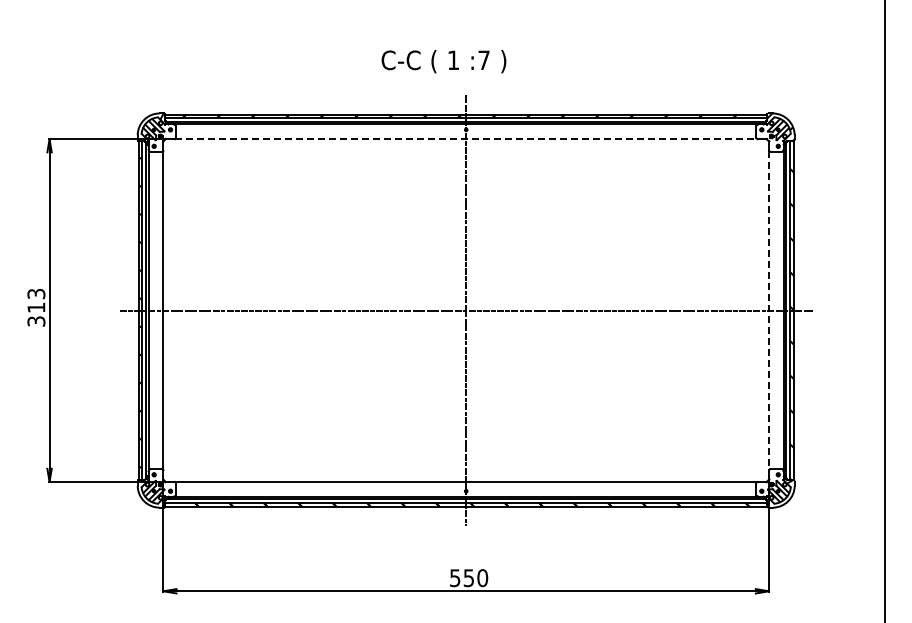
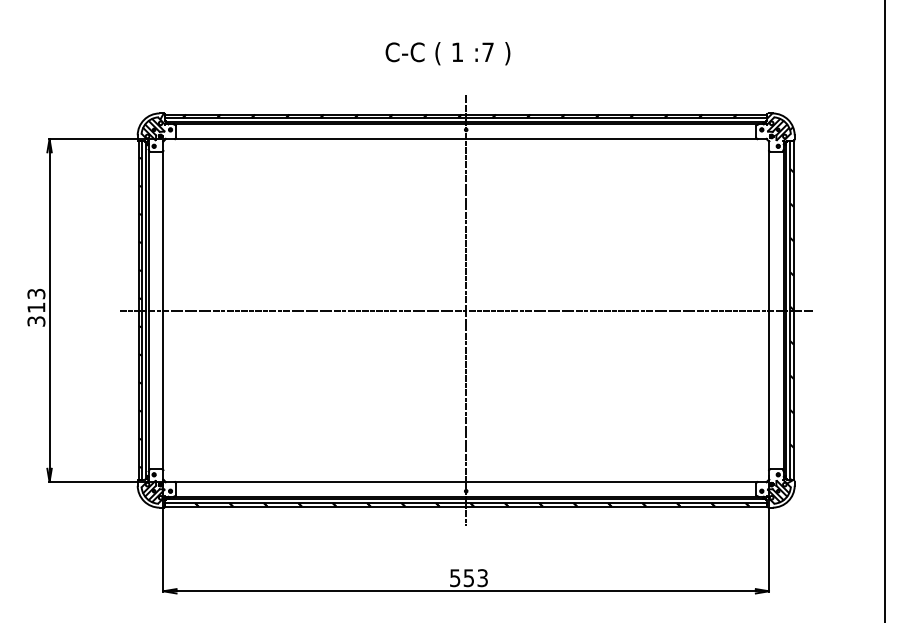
text at (443, 61) position: (443, 61) -> (447, 53)
line at (466, 139): dashed -> solid
line at (768, 310): dashed -> solid
text at (482, 578): 550 -> 553
